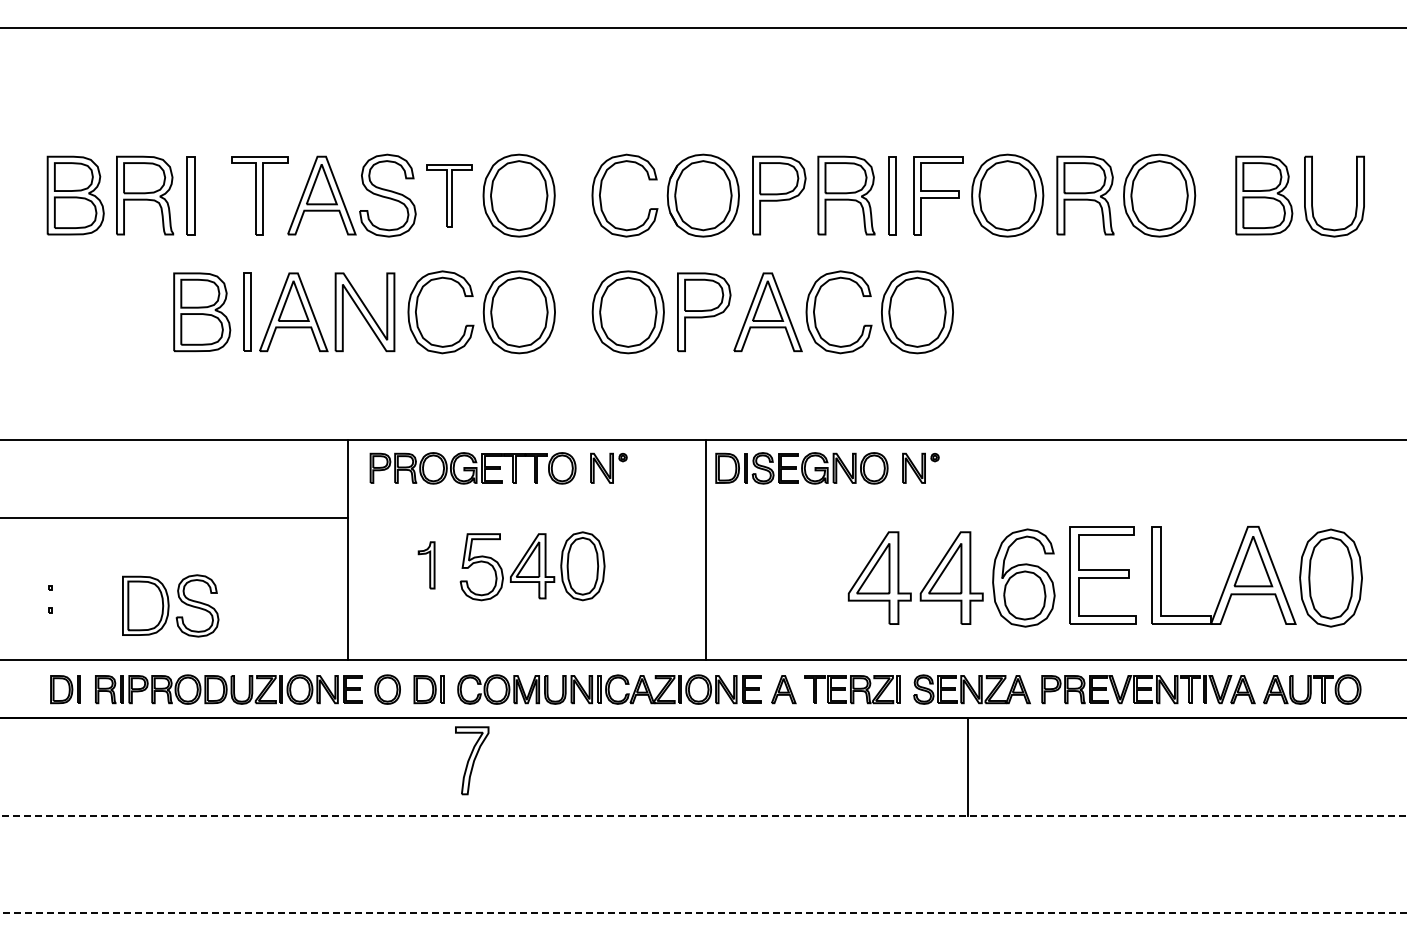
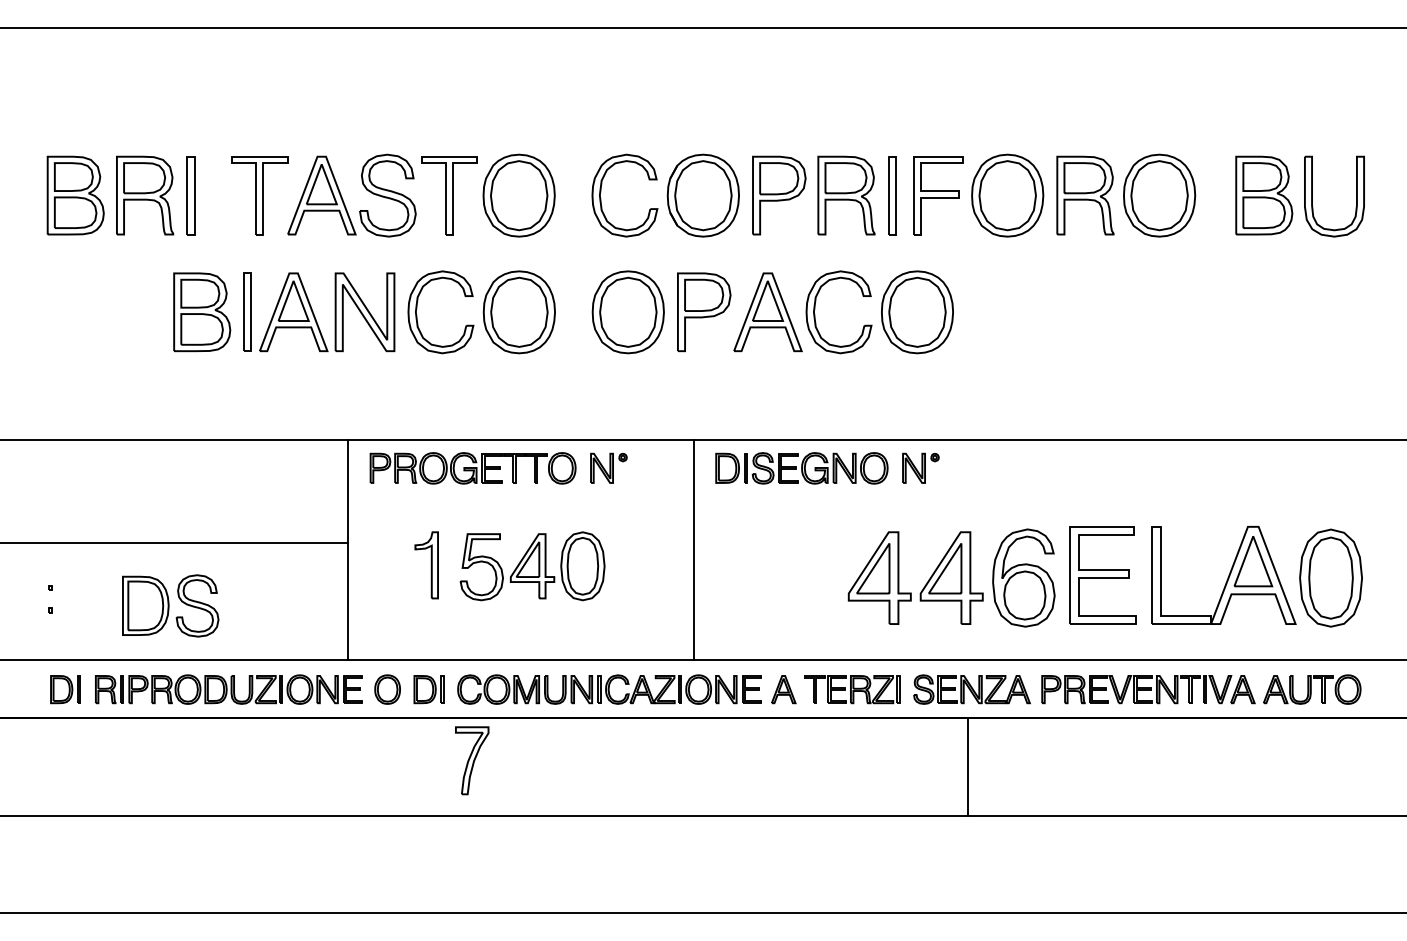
part at (449, 195) size: 47x64 px -> 57x80 px
line at (174, 518) position: (174, 518) -> (174, 543)
line at (705, 550) position: (705, 550) -> (693, 550)
part at (426, 565) size: 19x49 px -> 25x69 px
line at (704, 815): dashed -> solid
line at (703, 912): dashed -> solid
